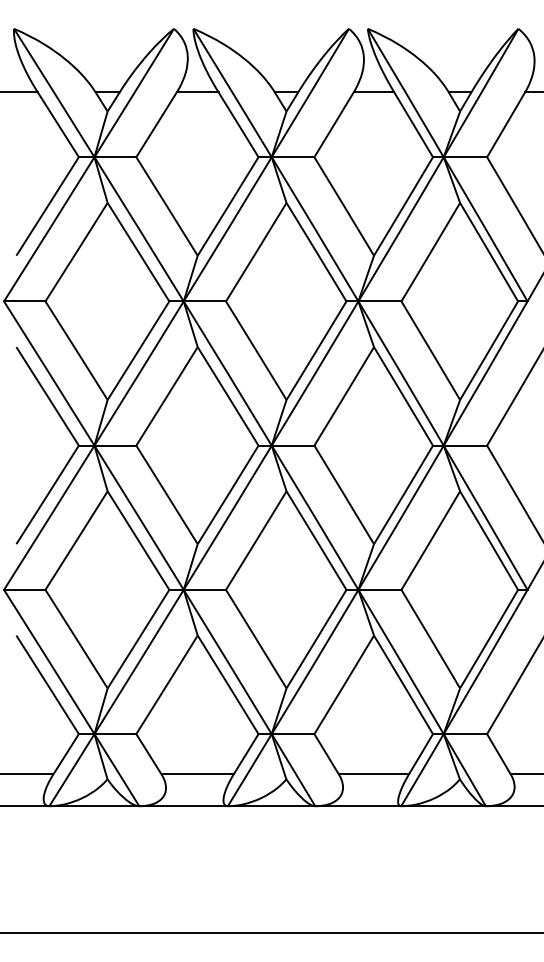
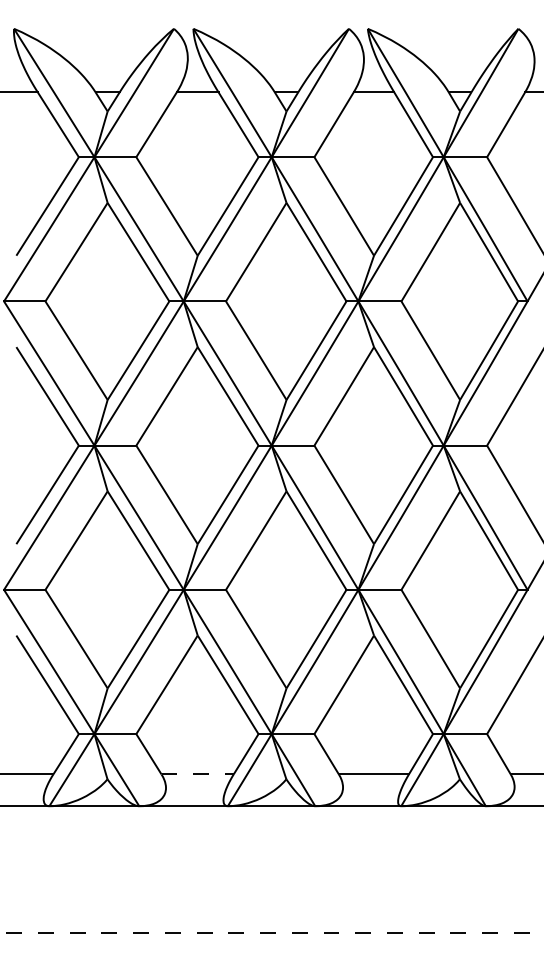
line at (198, 774): solid -> dashed
line at (271, 933): solid -> dashed
